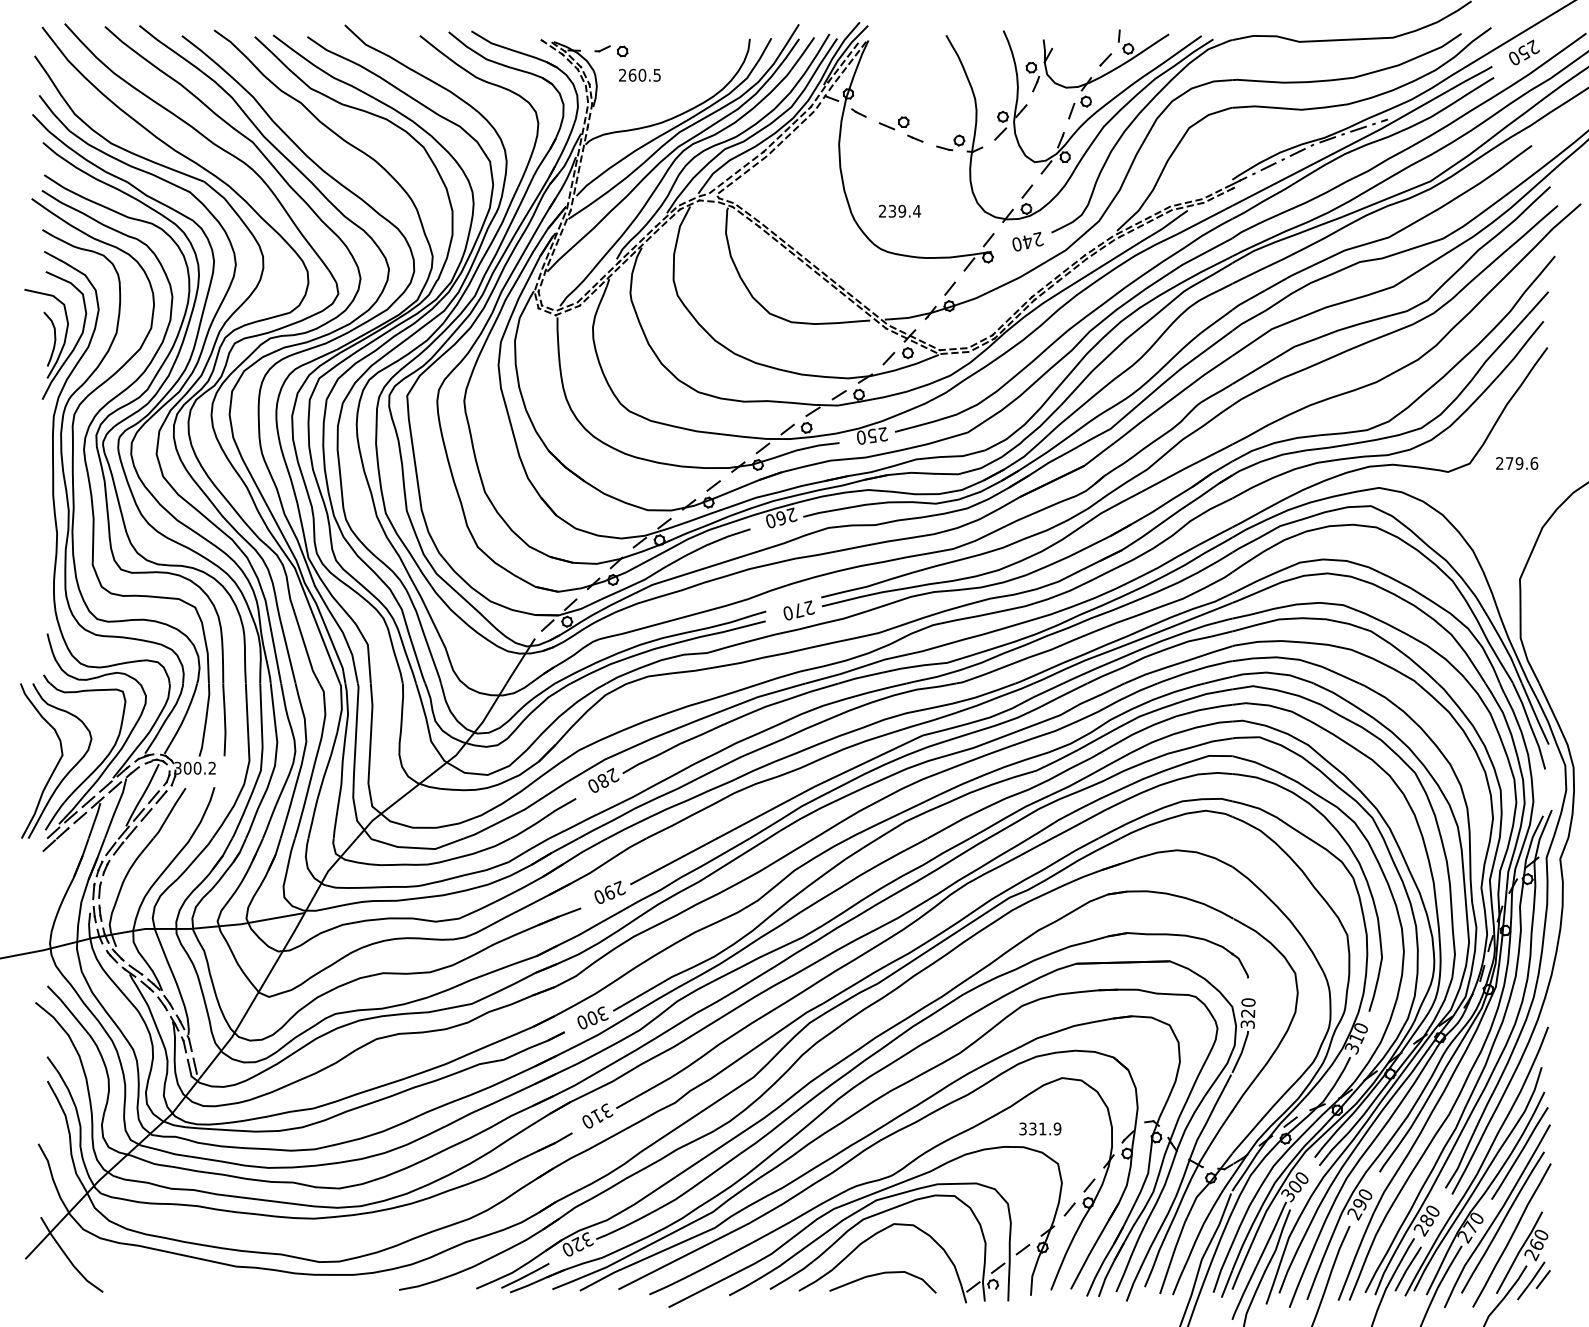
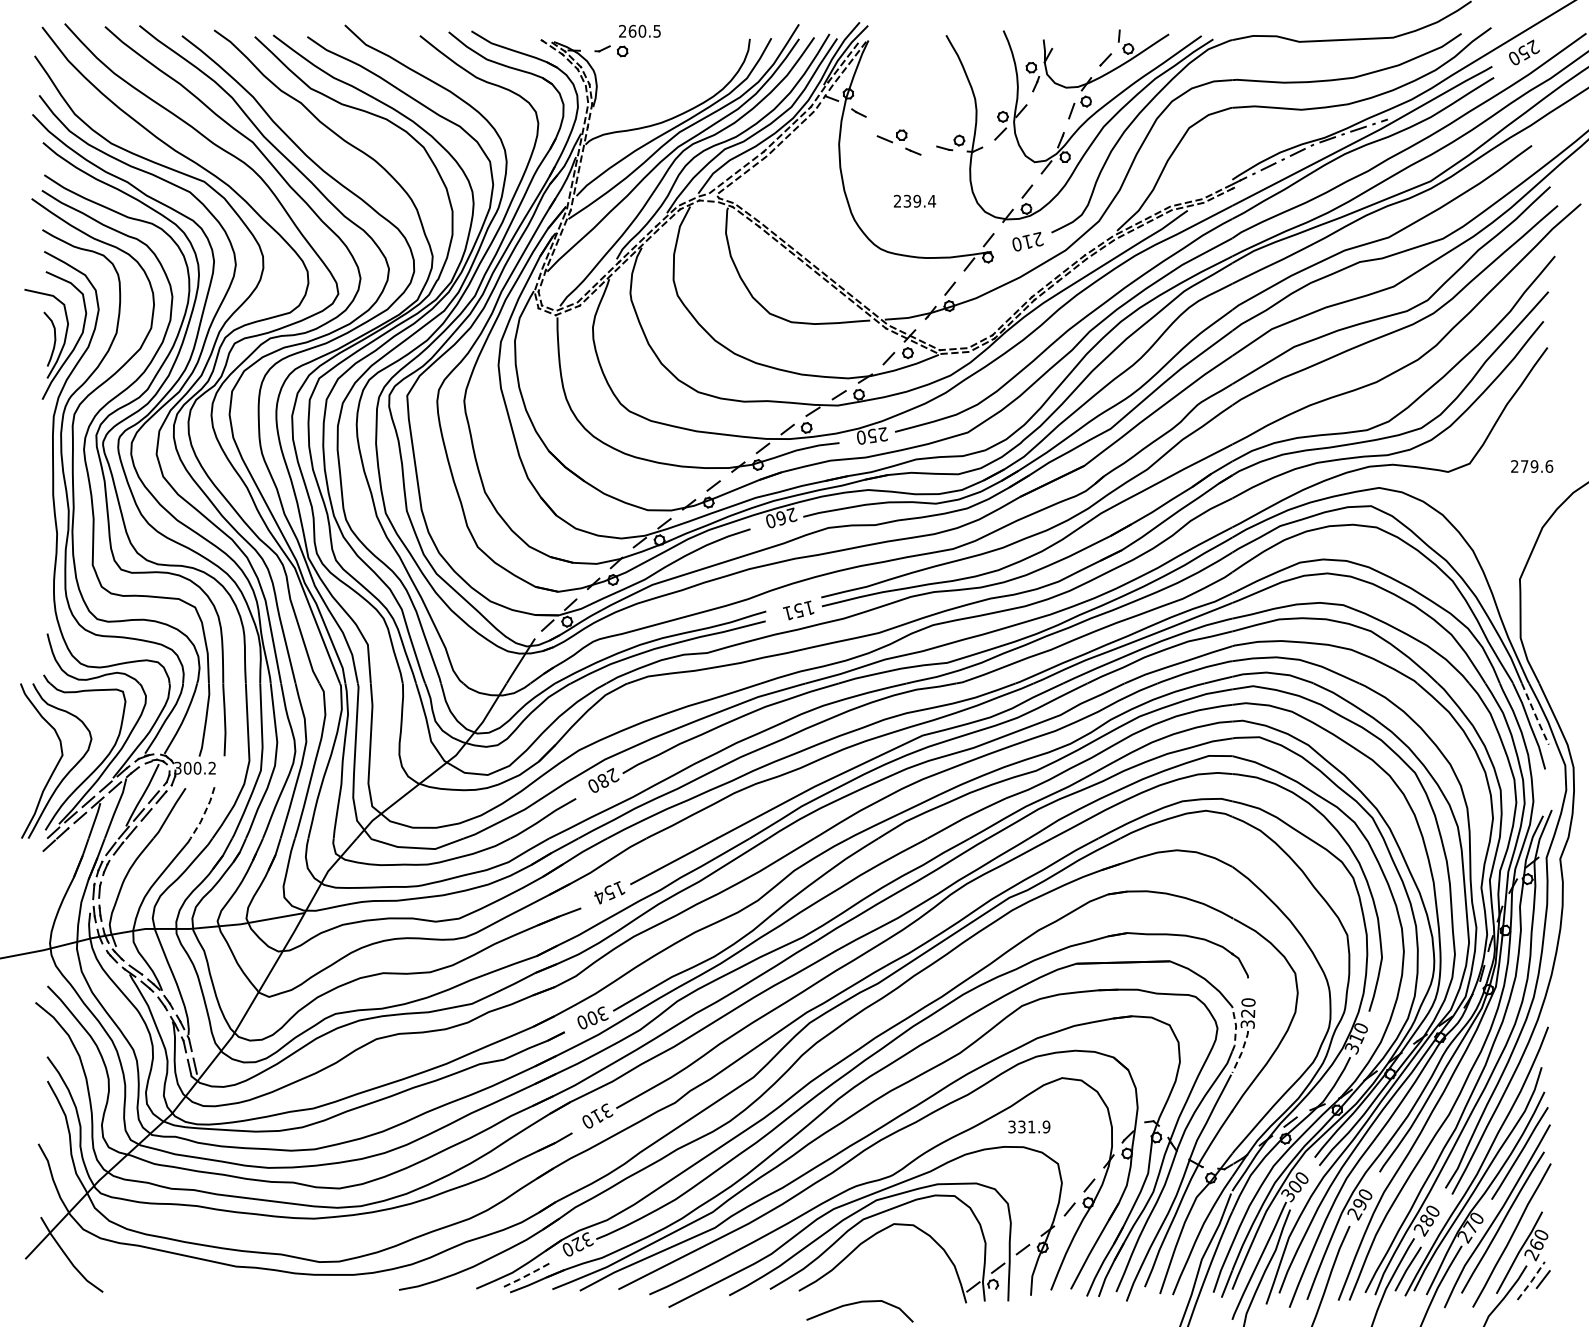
text at (639, 74) position: (639, 74) -> (639, 30)
part at (900, 129) position: (900, 129) -> (898, 142)
text at (899, 210) position: (899, 210) -> (914, 200)
text at (1027, 241): 240 -> 210
text at (1517, 463) position: (1517, 463) -> (1532, 466)
text at (798, 610): 270 -> 151
line at (1535, 714): solid -> dashed
line at (204, 814): solid -> dashed
text at (609, 892): 290 -> 154
line at (1235, 1028): solid -> dashed
line at (1241, 1052): solid -> dashed
text at (1040, 1128) position: (1040, 1128) -> (1029, 1126)
curve at (882, 1274) position: (882, 1274) -> (859, 1303)
line at (525, 1276): solid -> dashed
line at (1531, 1281): solid -> dashed
